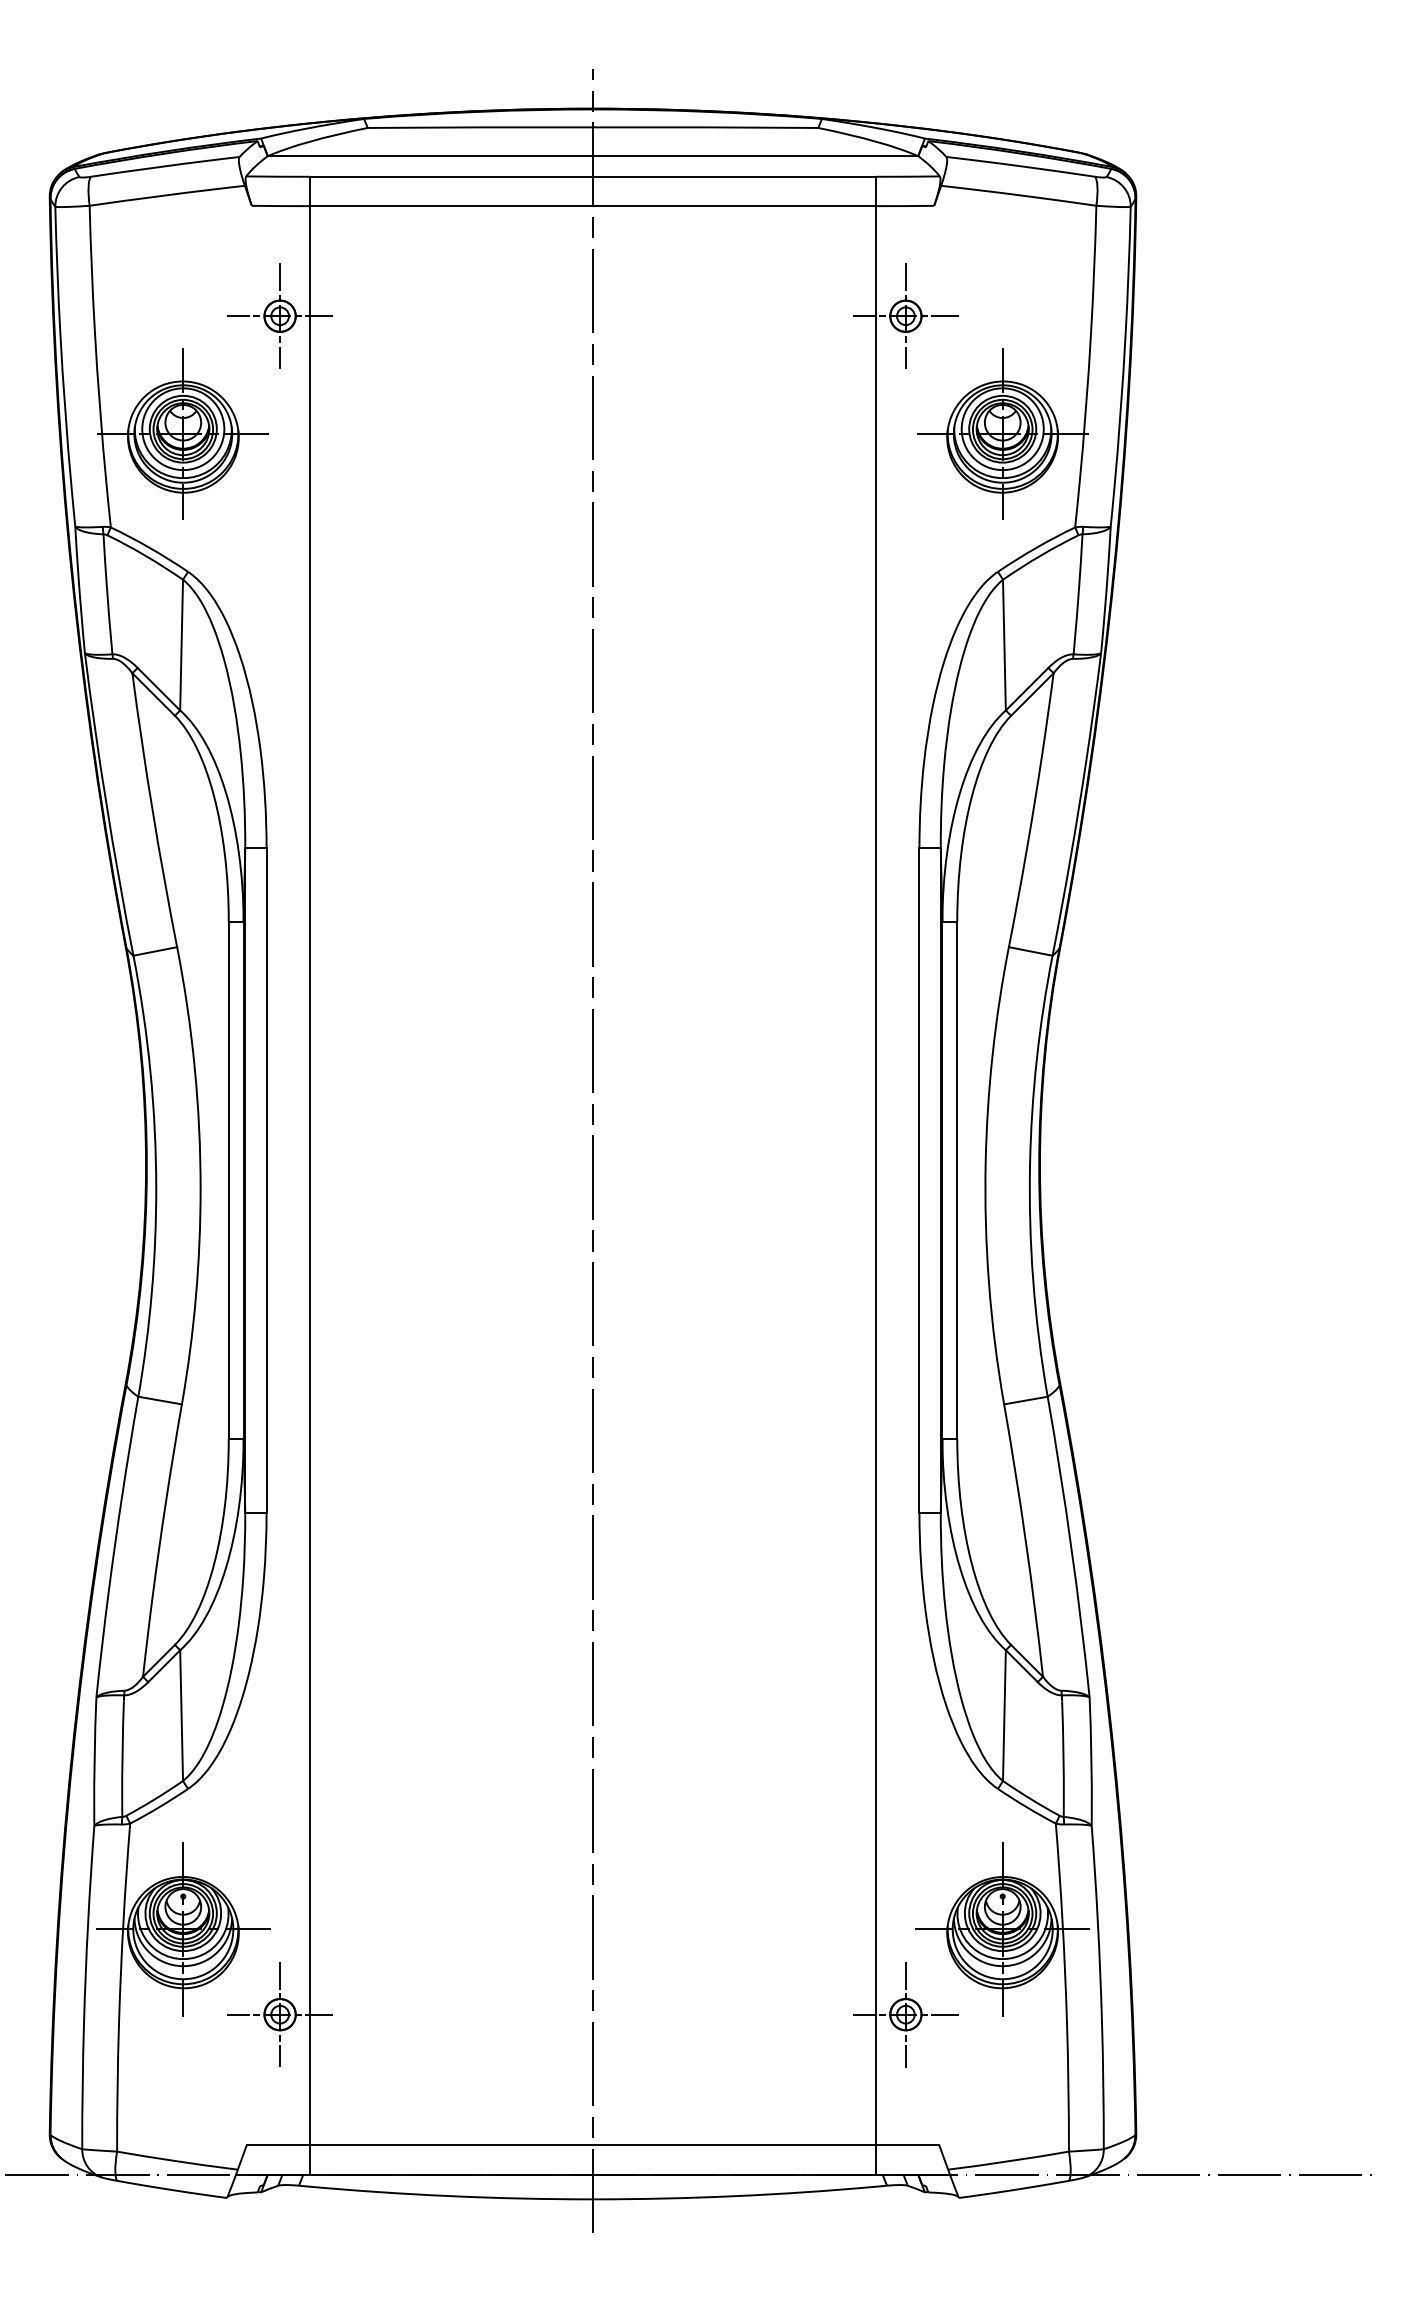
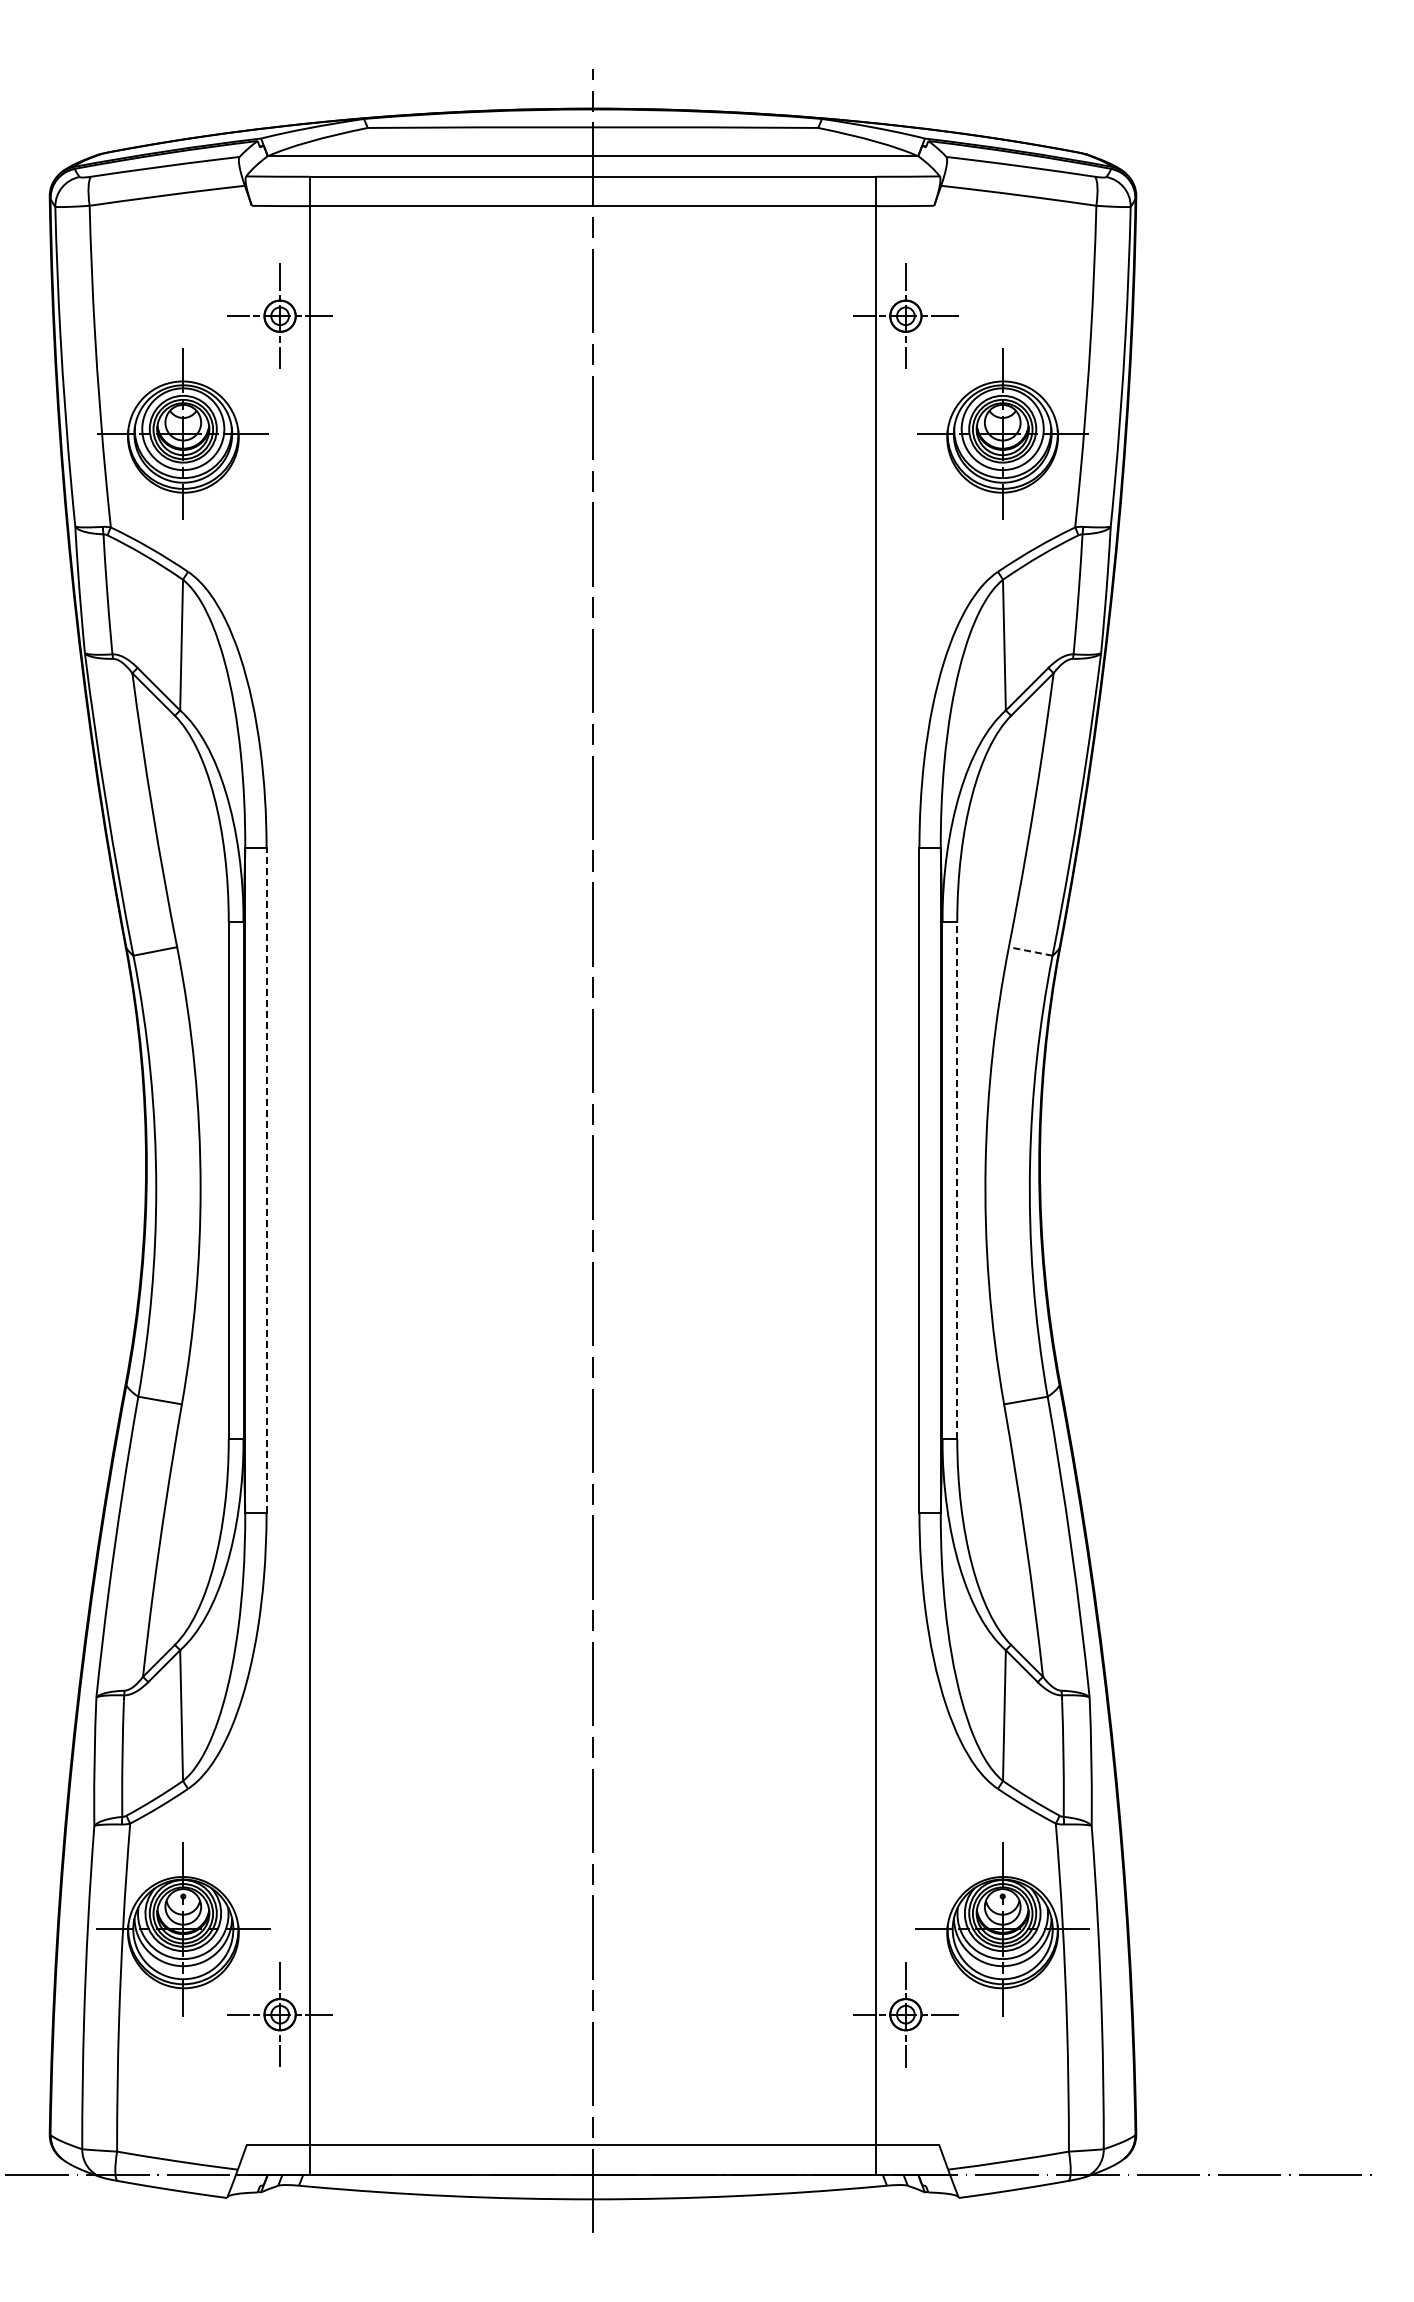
line at (1030, 951): solid -> dashed
line at (266, 1179): solid -> dashed
line at (957, 1180): solid -> dashed
